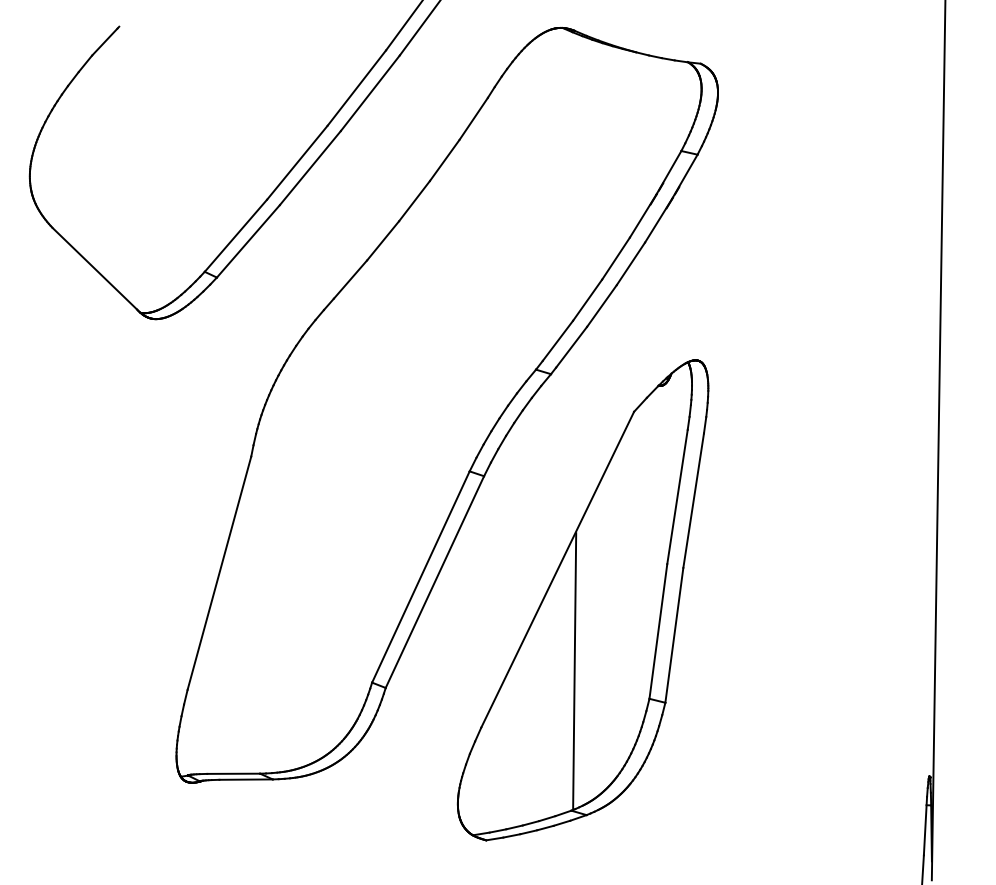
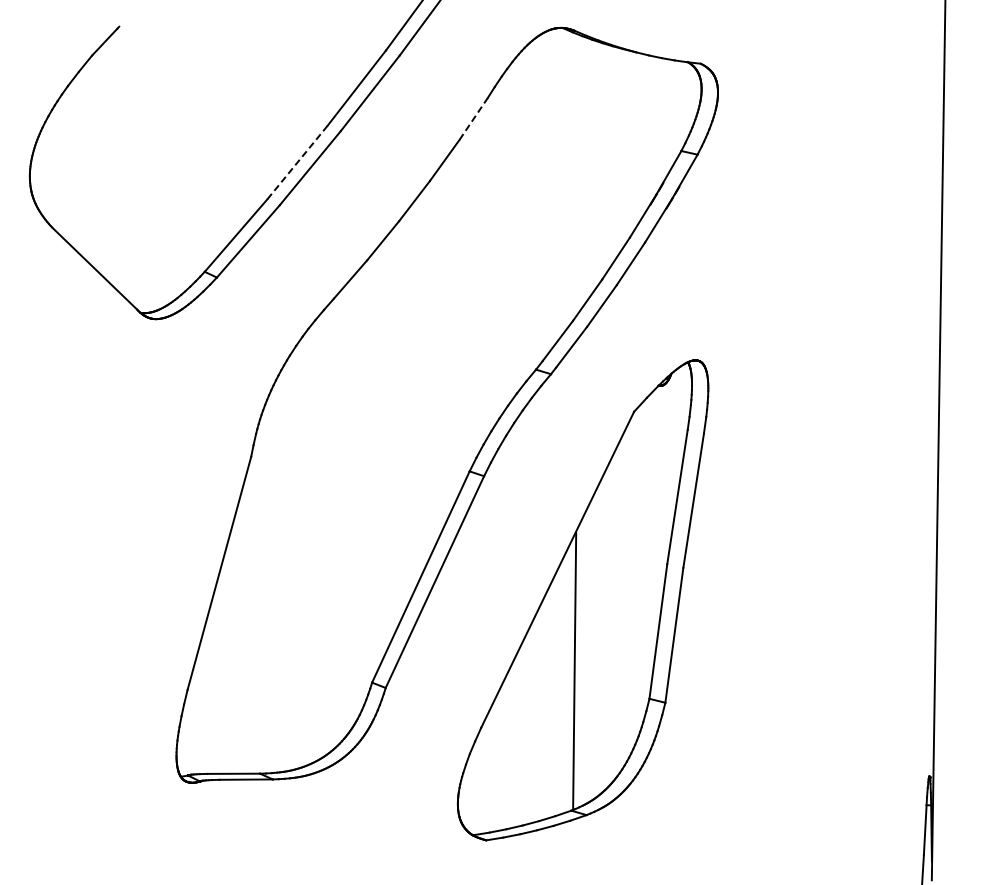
line at (473, 118): solid -> dashed
line at (297, 162): solid -> dashed
